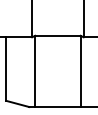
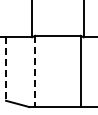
line at (6, 69): solid -> dashed
line at (35, 71): solid -> dashed
